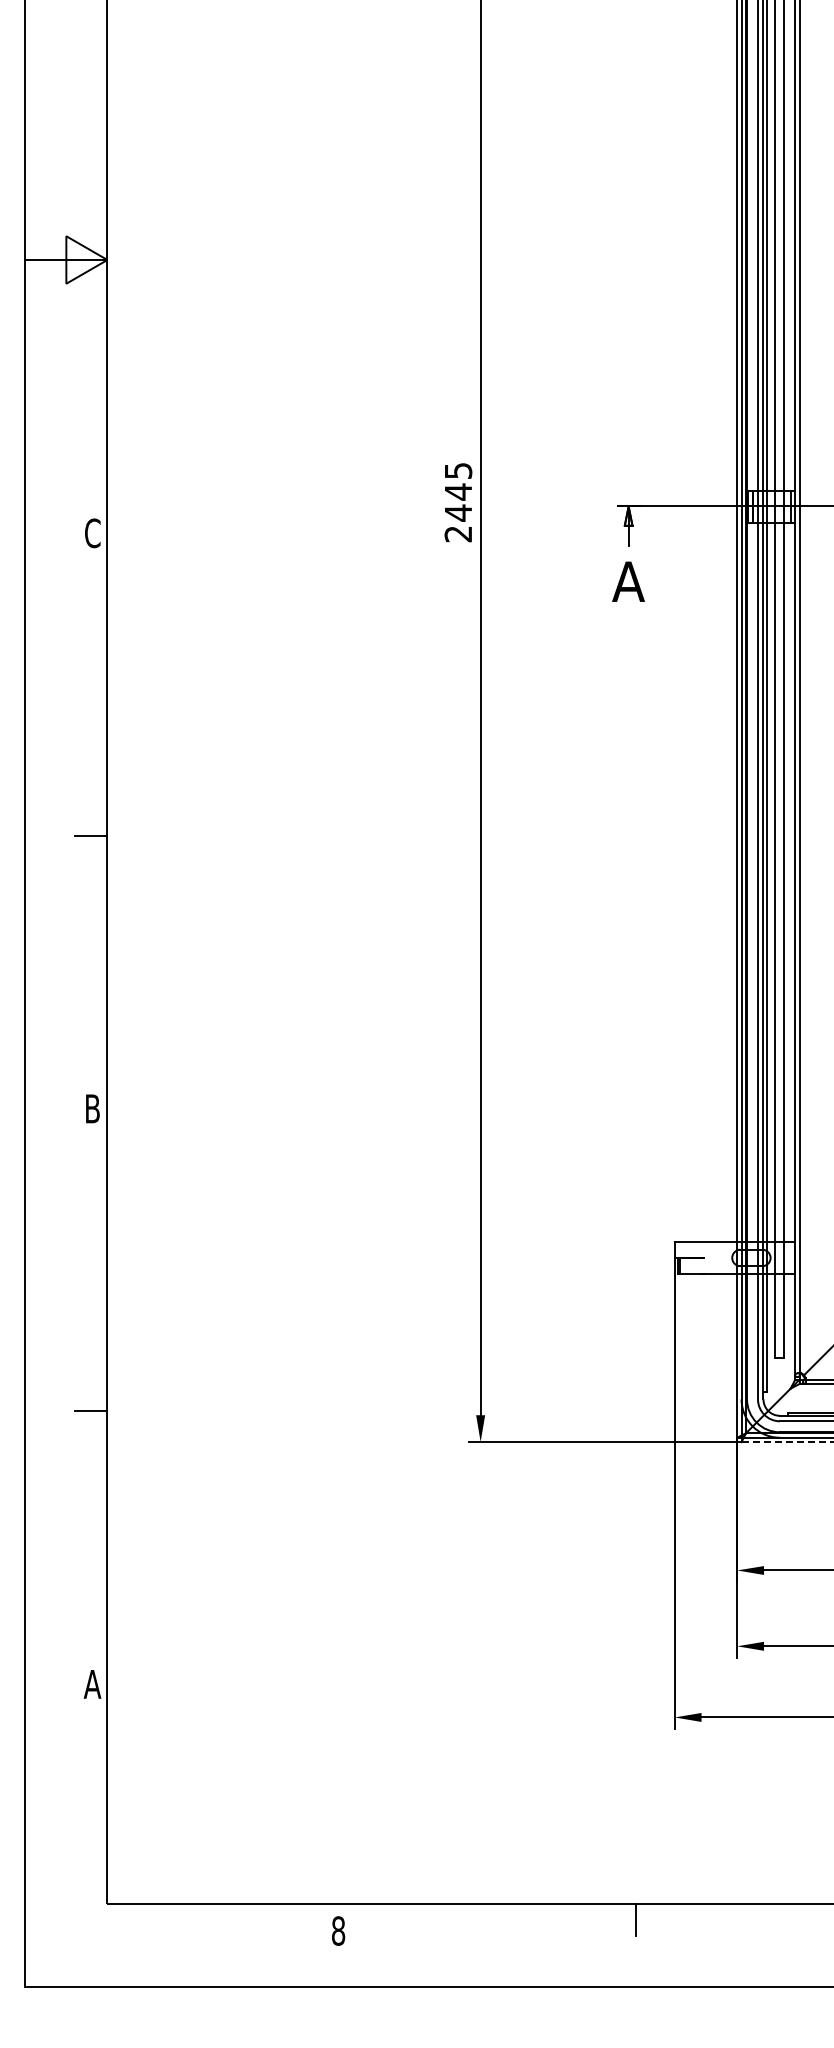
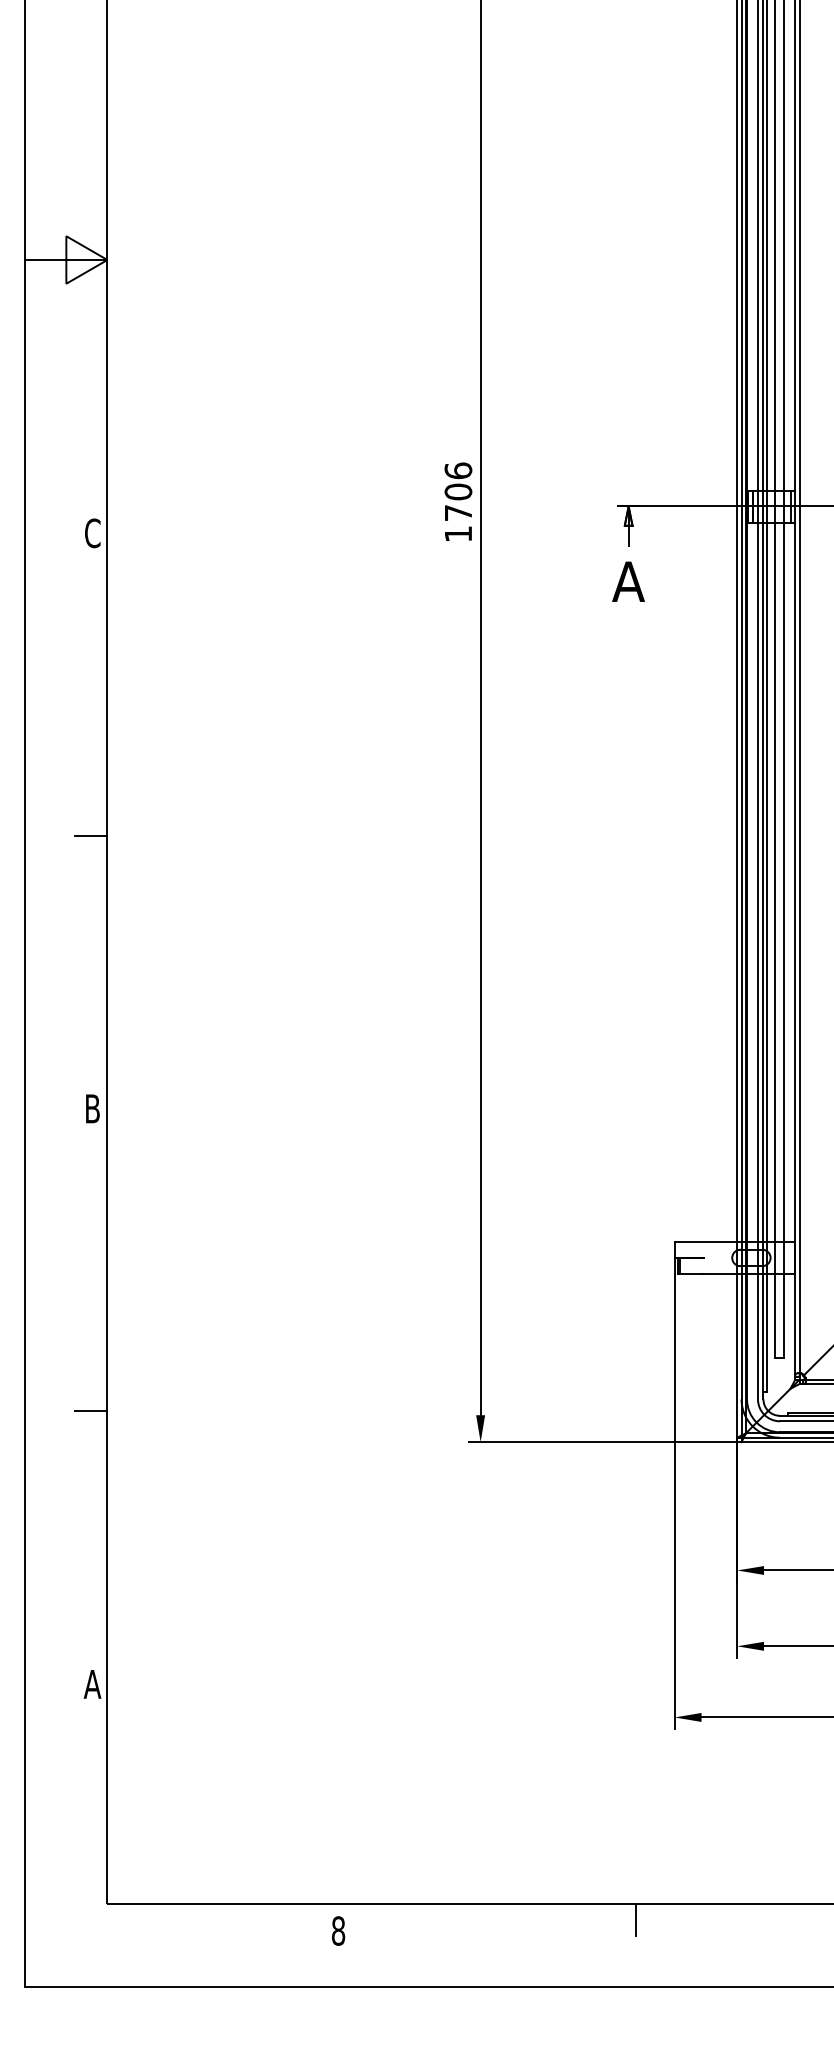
text at (458, 502): 2445 -> 1706
line at (787, 1442): dashed -> solid
